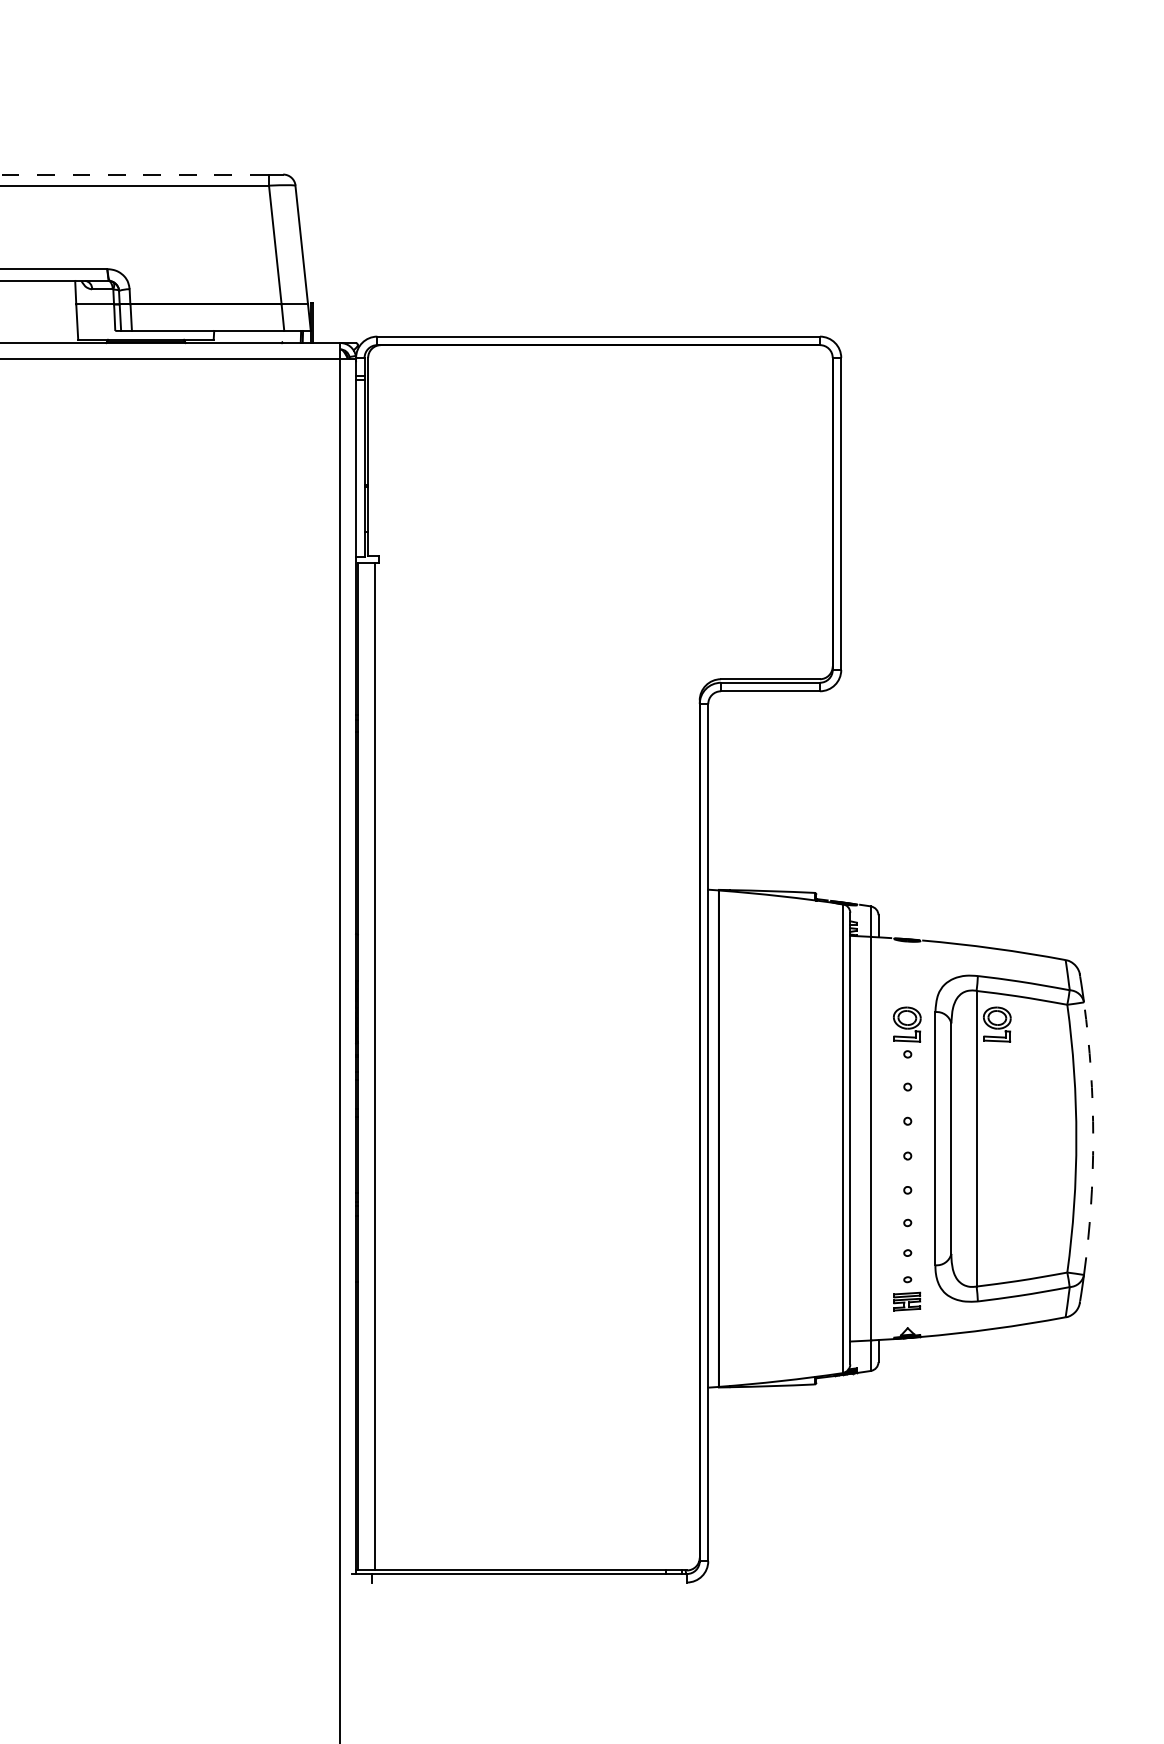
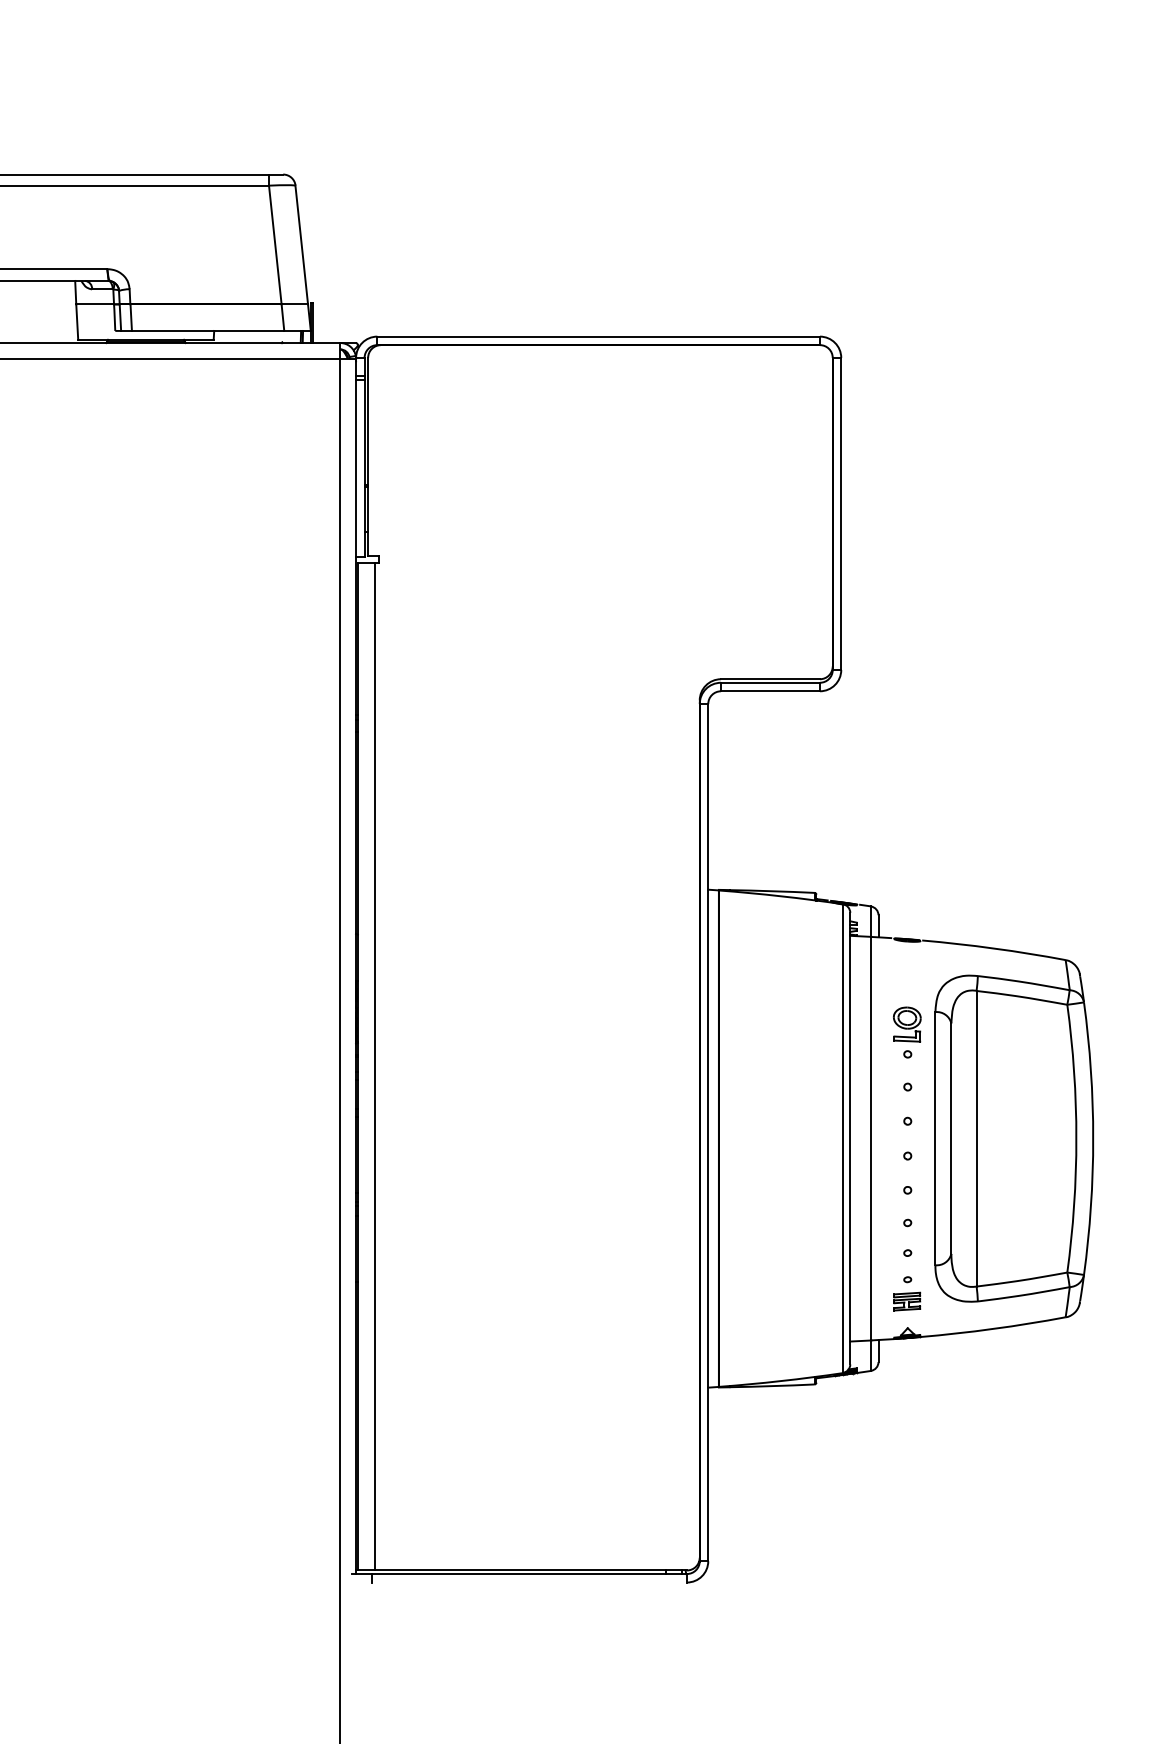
line at (135, 174): dashed -> solid
part at (997, 1024): present -> none
arc at (1093, 1138): dashed -> solid
